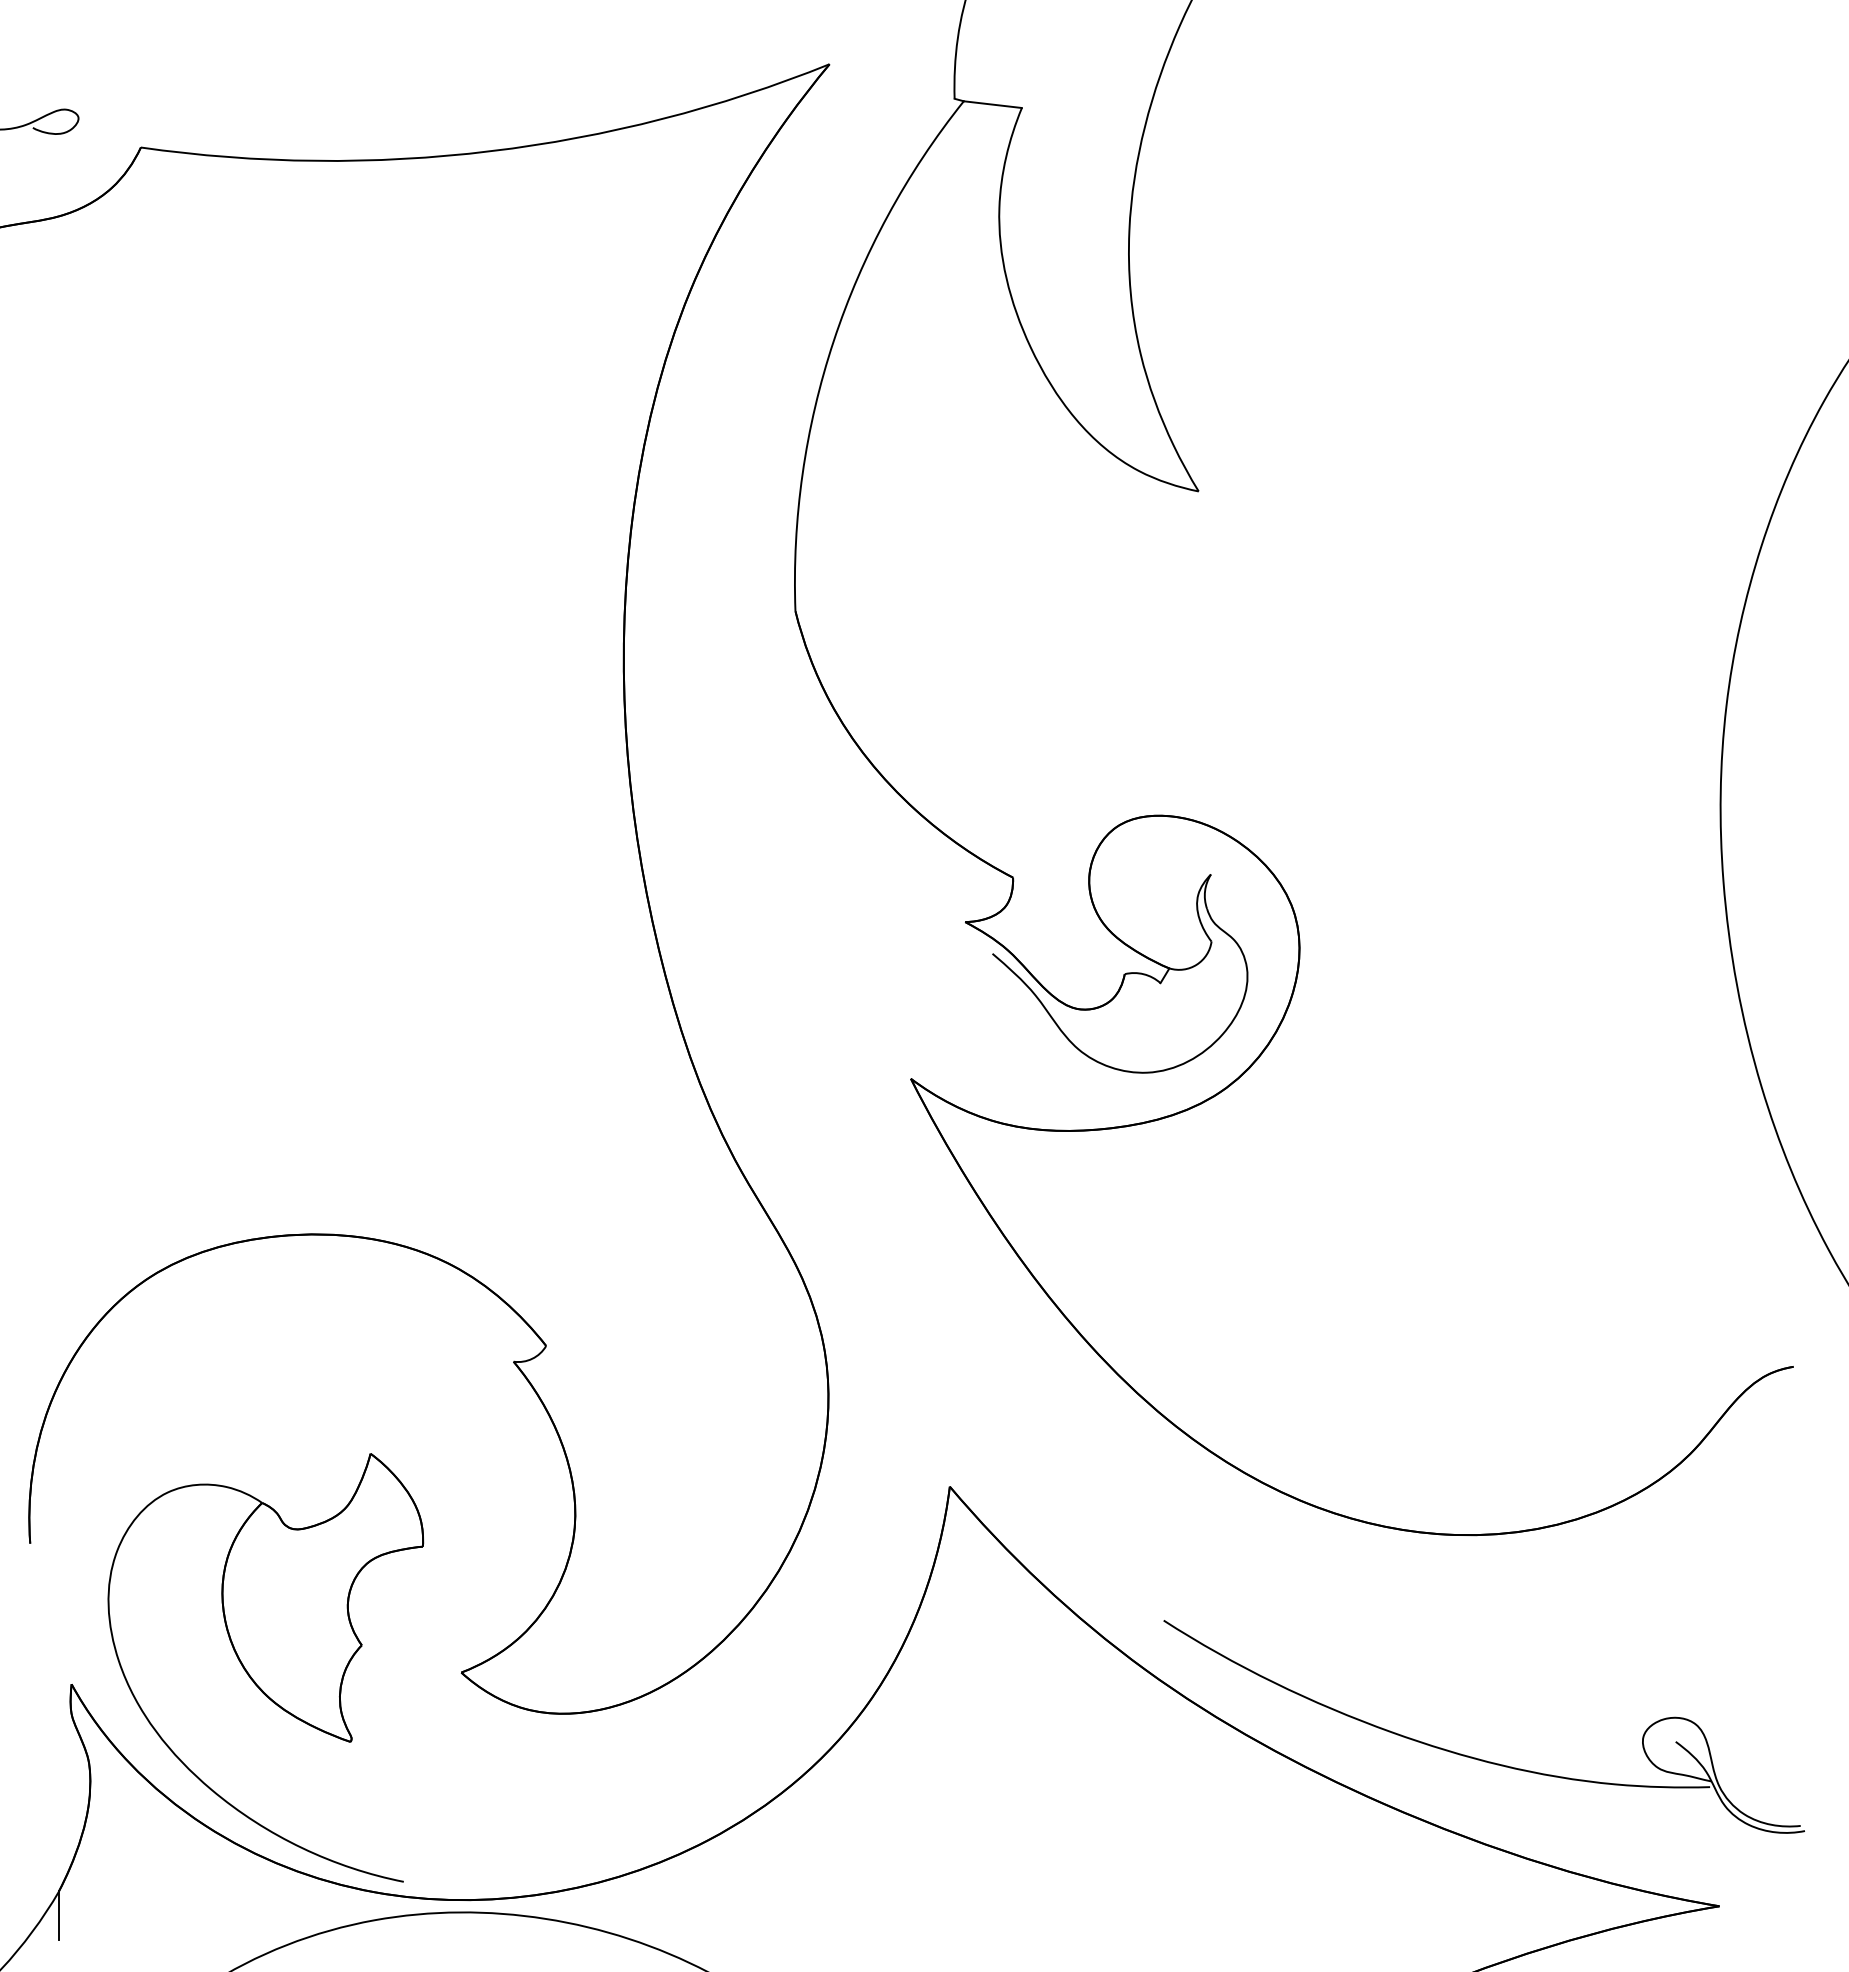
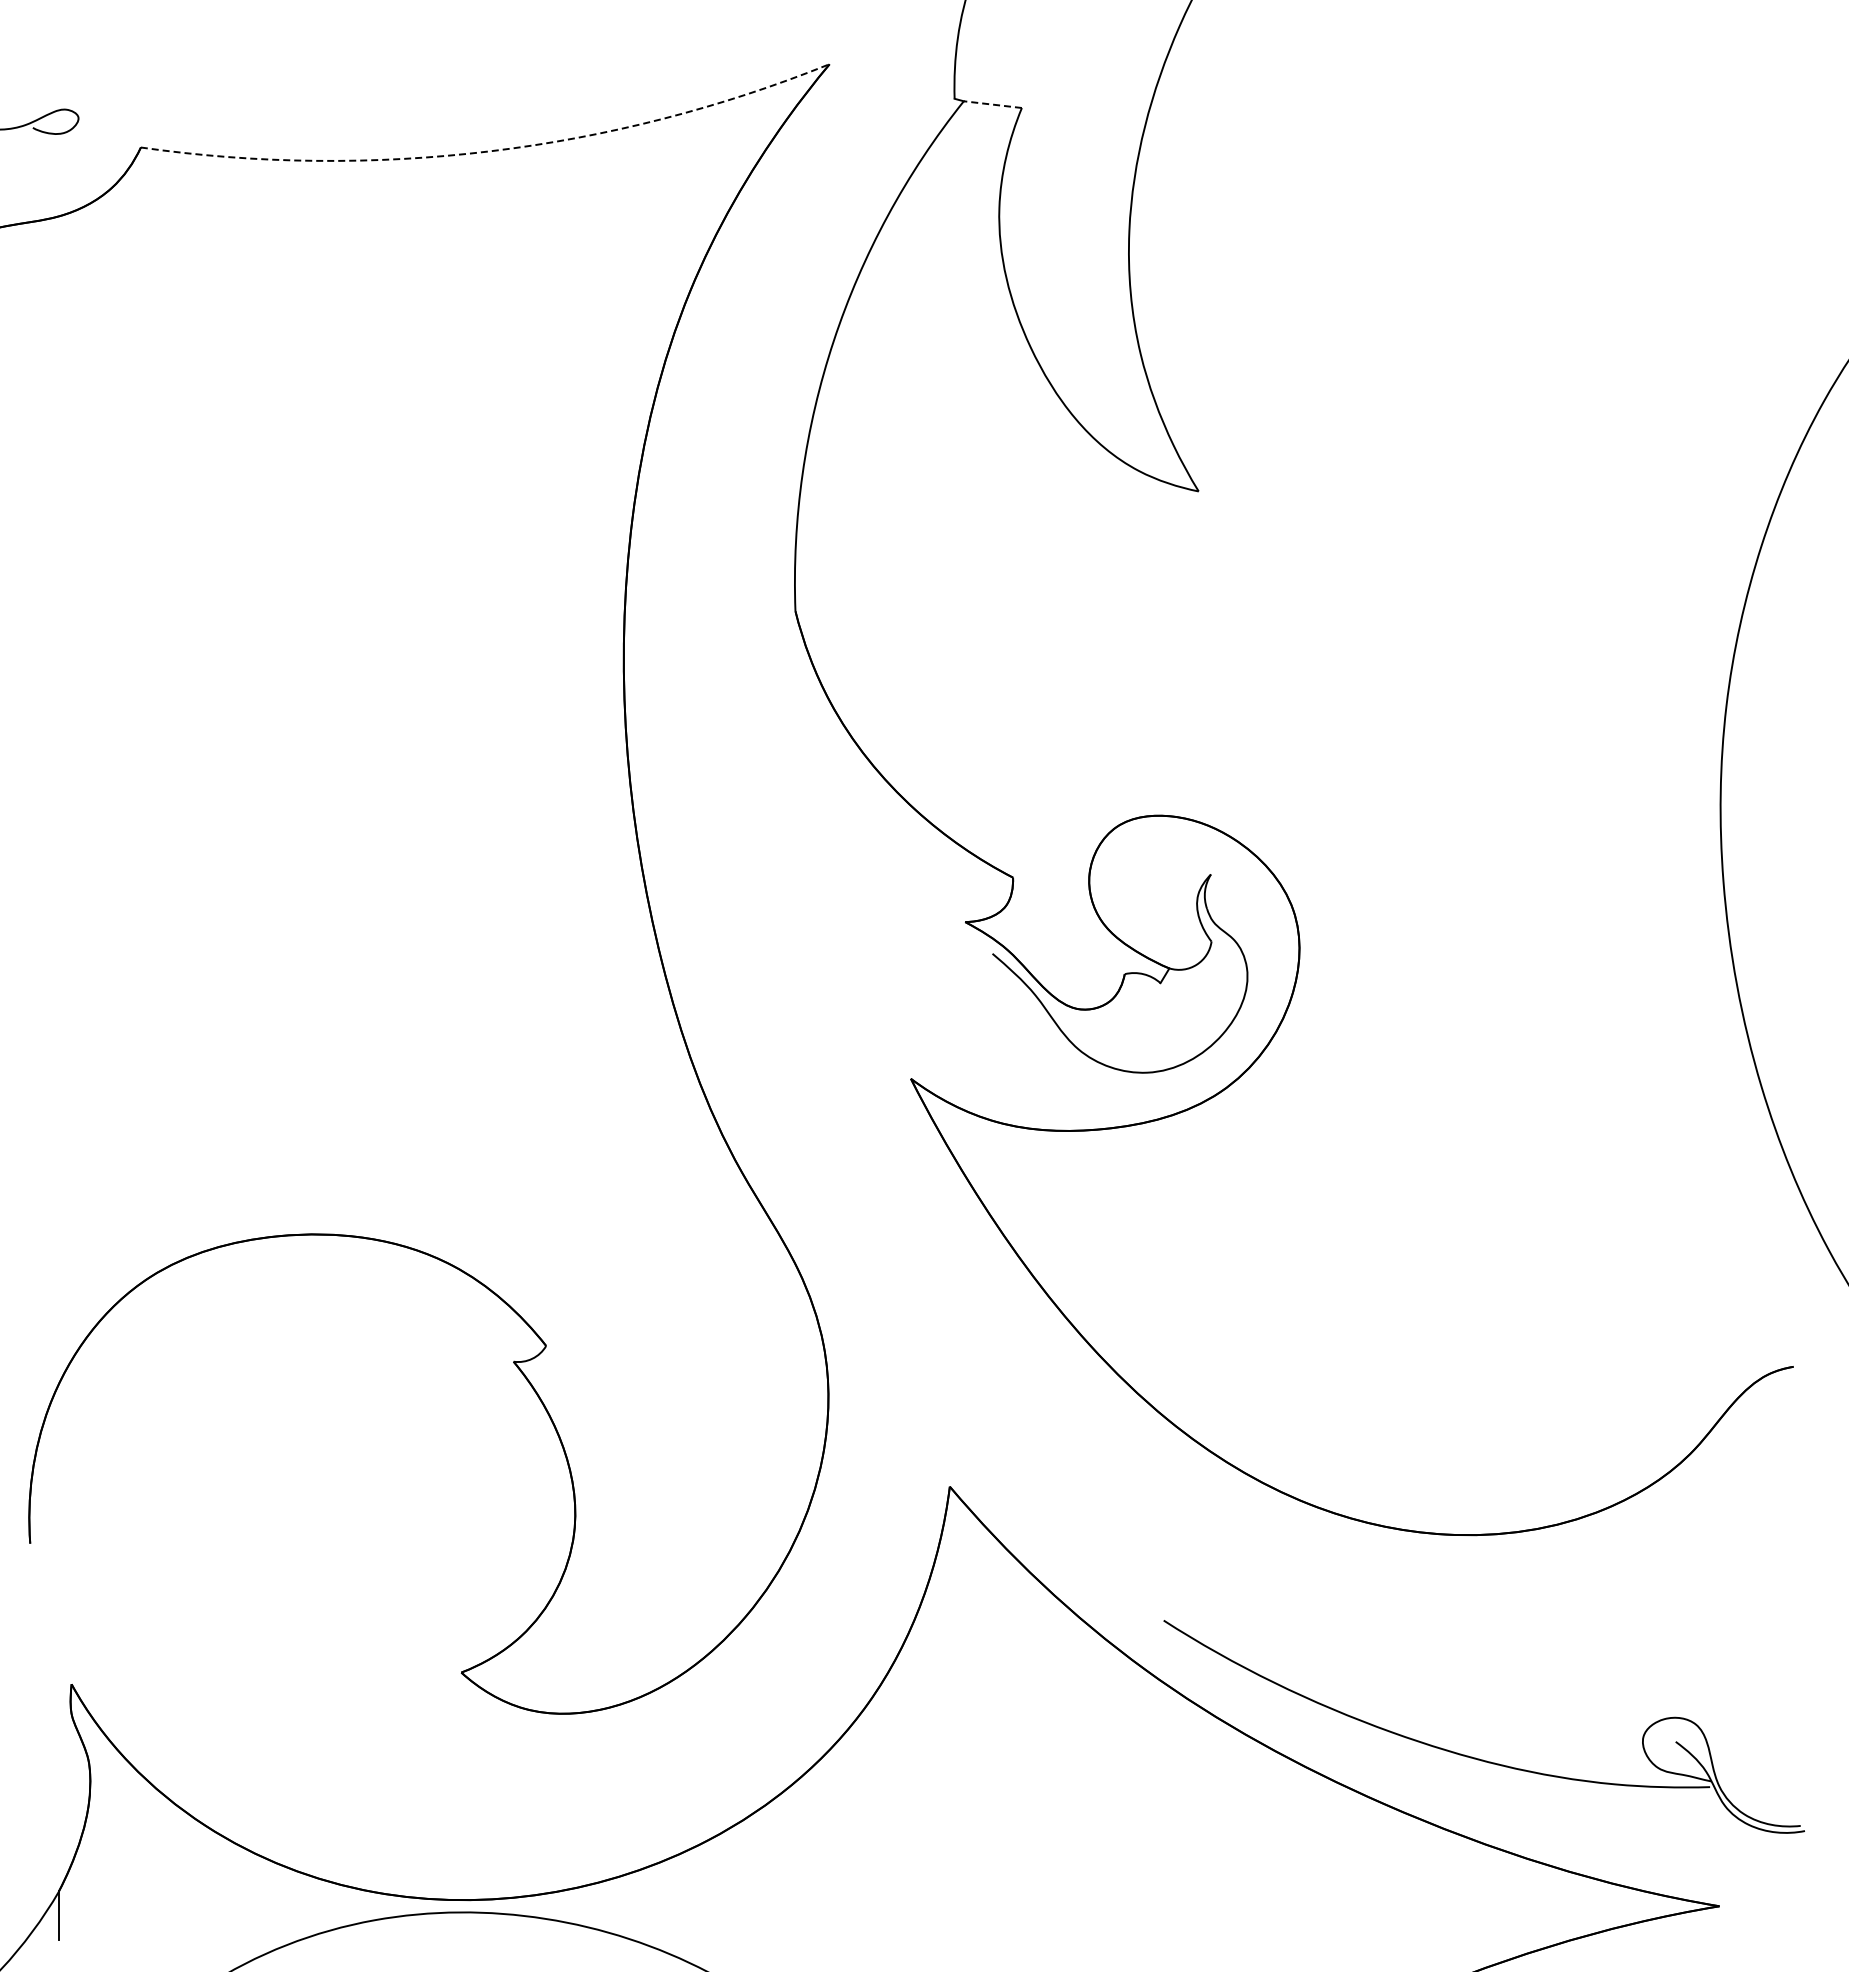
line at (992, 104): solid -> dashed
arc at (490, 151): solid -> dashed
part at (265, 1667): present -> none
